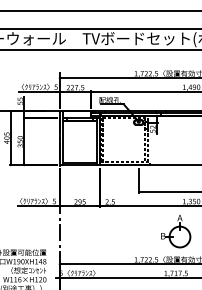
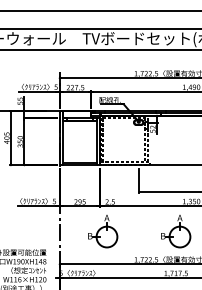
part at (103, 231): none -> present
